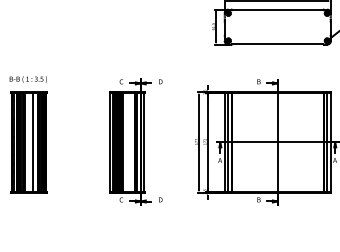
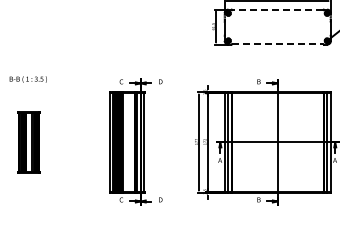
line at (277, 10): solid -> dashed
line at (278, 44): solid -> dashed
part at (28, 142) size: 38x103 px -> 24x63 px
